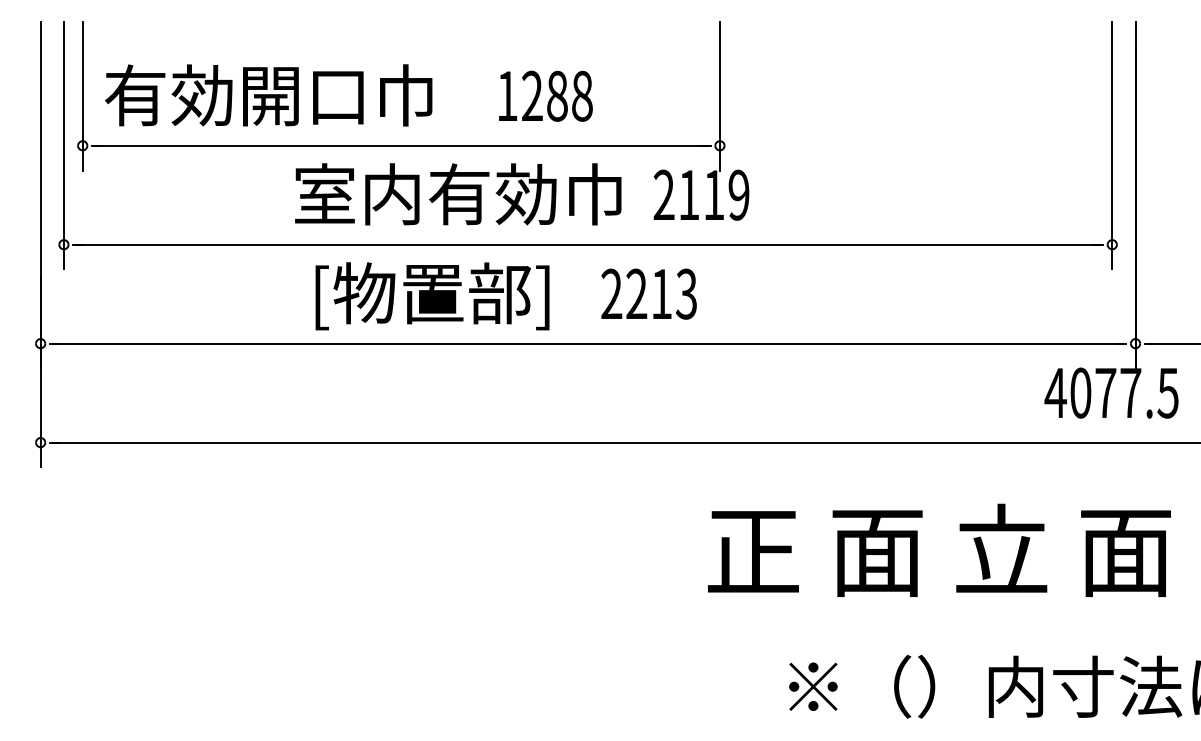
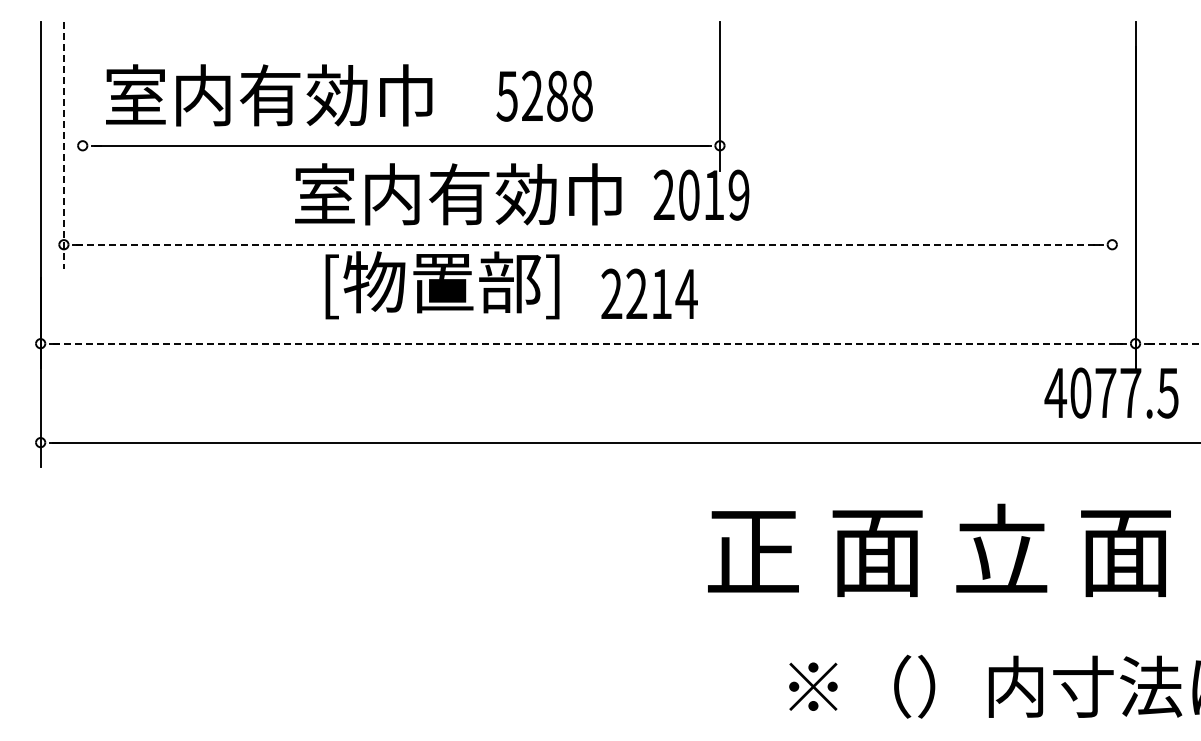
text at (236, 95): 有効開口巾 -> 室内有効巾
line at (82, 96): present -> none
text at (506, 96): 1288 -> 5288
line at (63, 145): solid -> dashed
line at (1112, 145): present -> none
text at (689, 194): 2119 -> 2019
line at (588, 244): solid -> dashed
text at (686, 293): 2213 -> 2214
text at (432, 296) position: (432, 296) -> (442, 285)
line at (588, 343): solid -> dashed
line at (1174, 343): solid -> dashed
